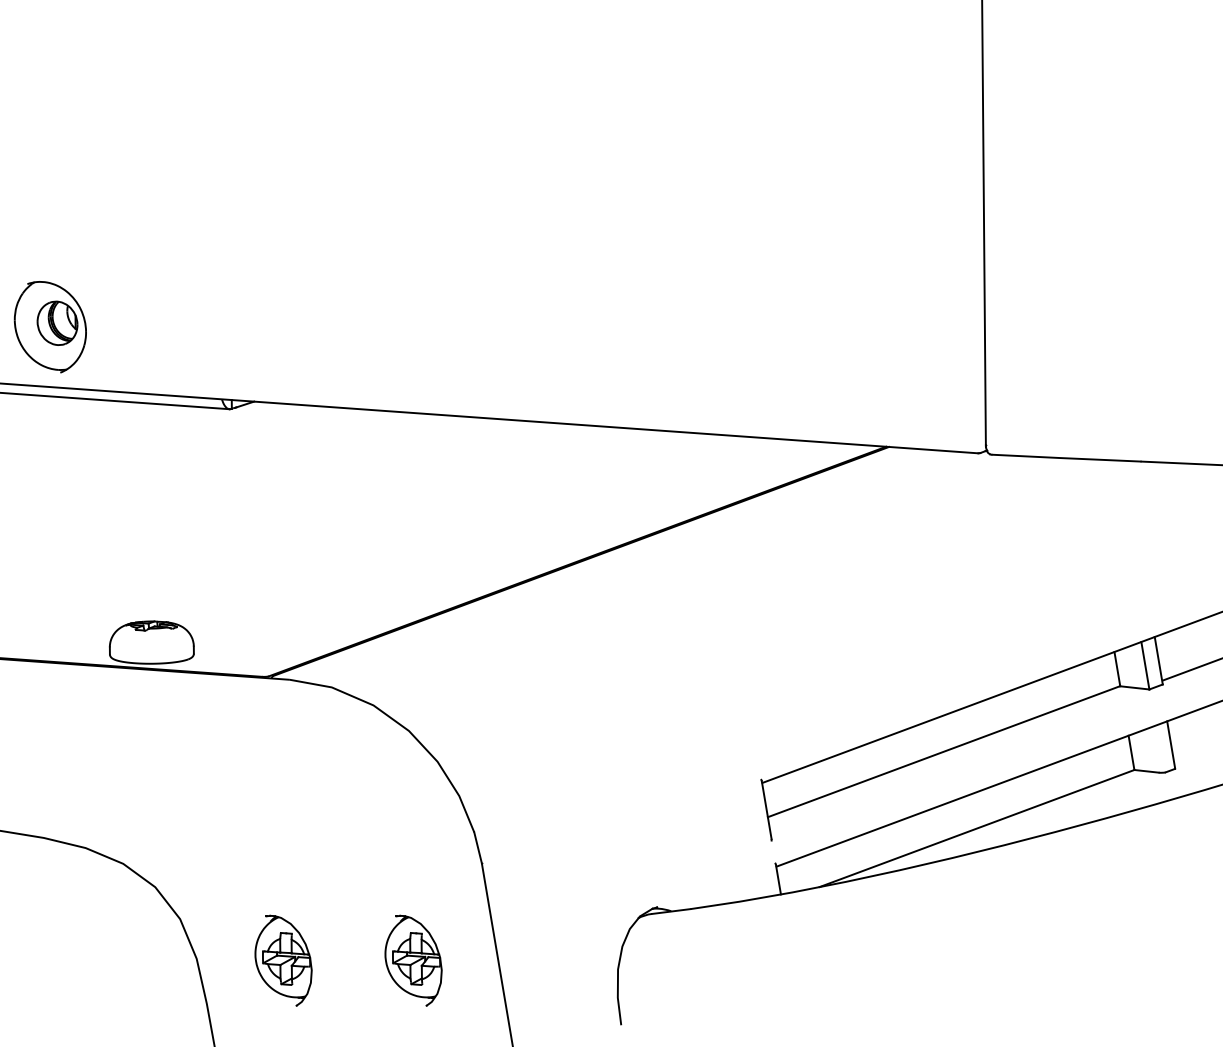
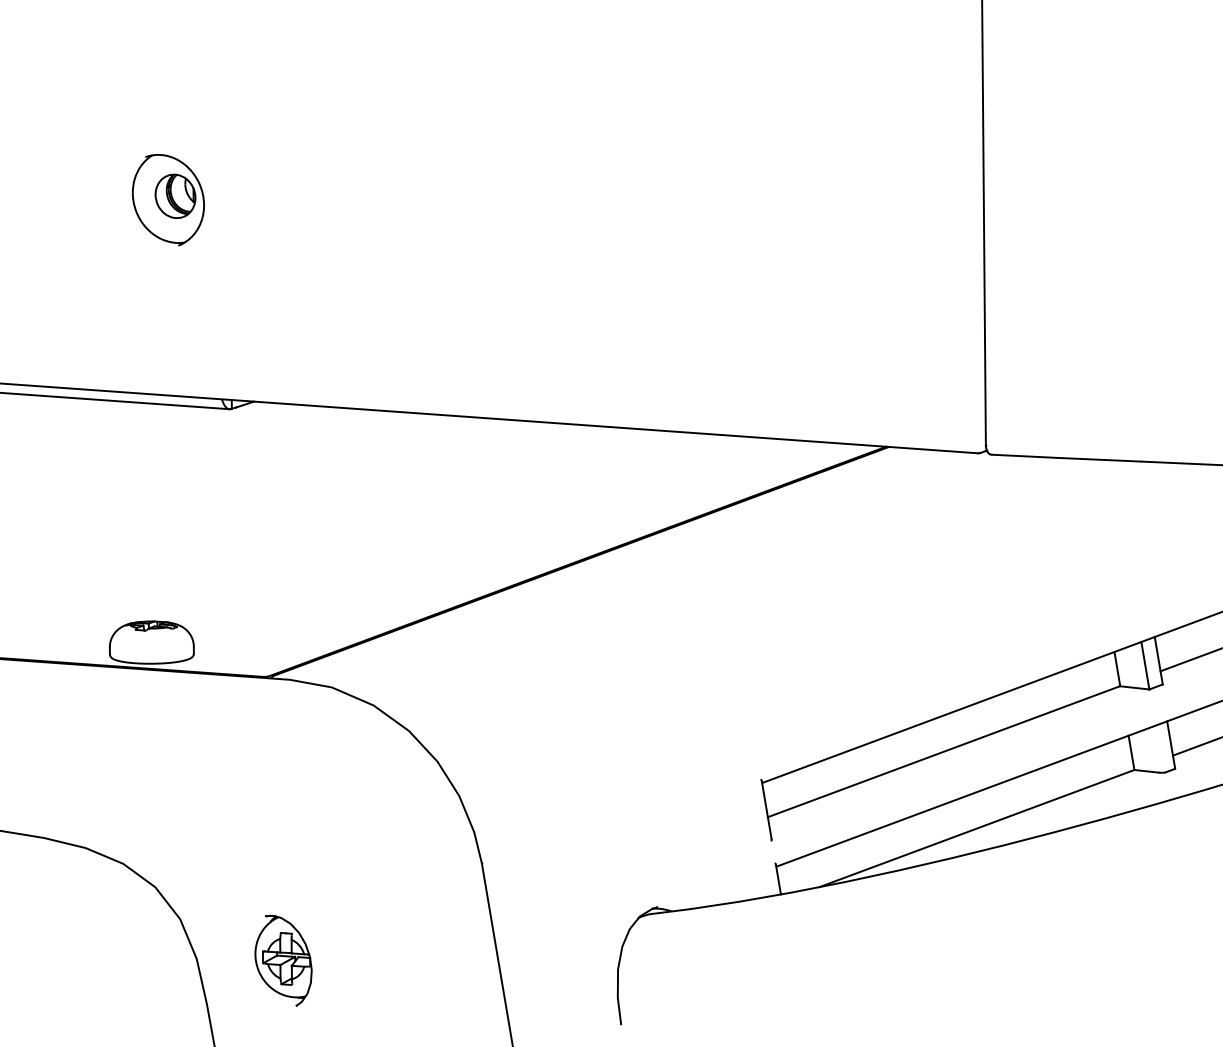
part at (49, 327) position: (49, 327) -> (167, 200)
line at (1191, 669) position: (1191, 669) -> (1189, 660)
line at (1195, 746): none -> present
part at (413, 960): present -> none
